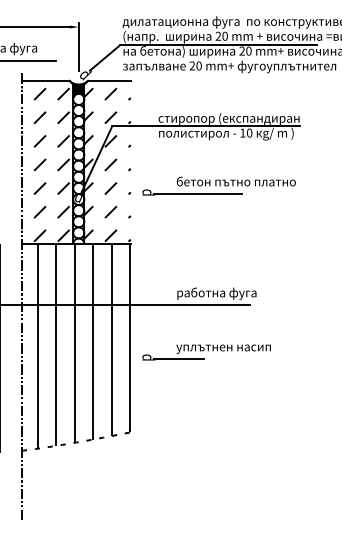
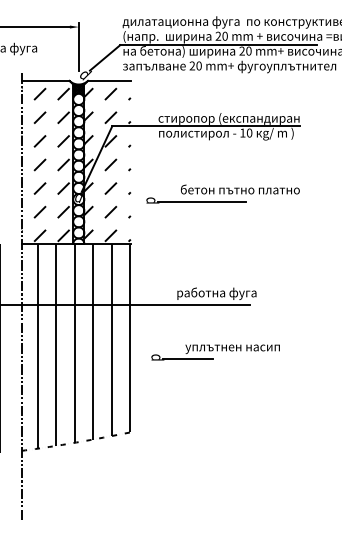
line at (28, 60): present -> none
part at (218, 185) position: (218, 185) -> (222, 193)
part at (206, 352) position: (206, 352) -> (215, 352)
